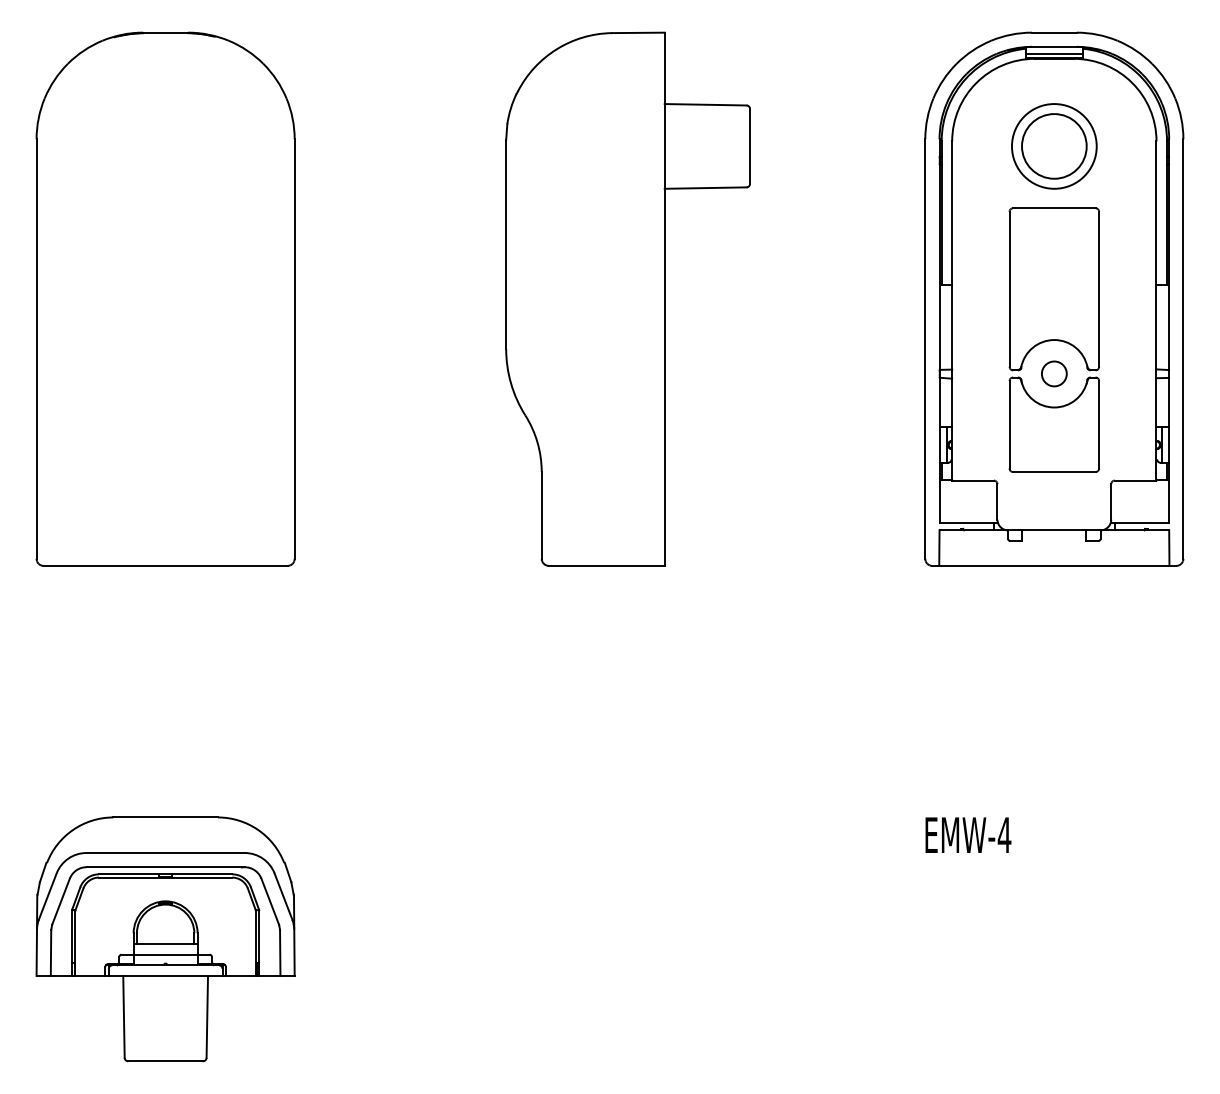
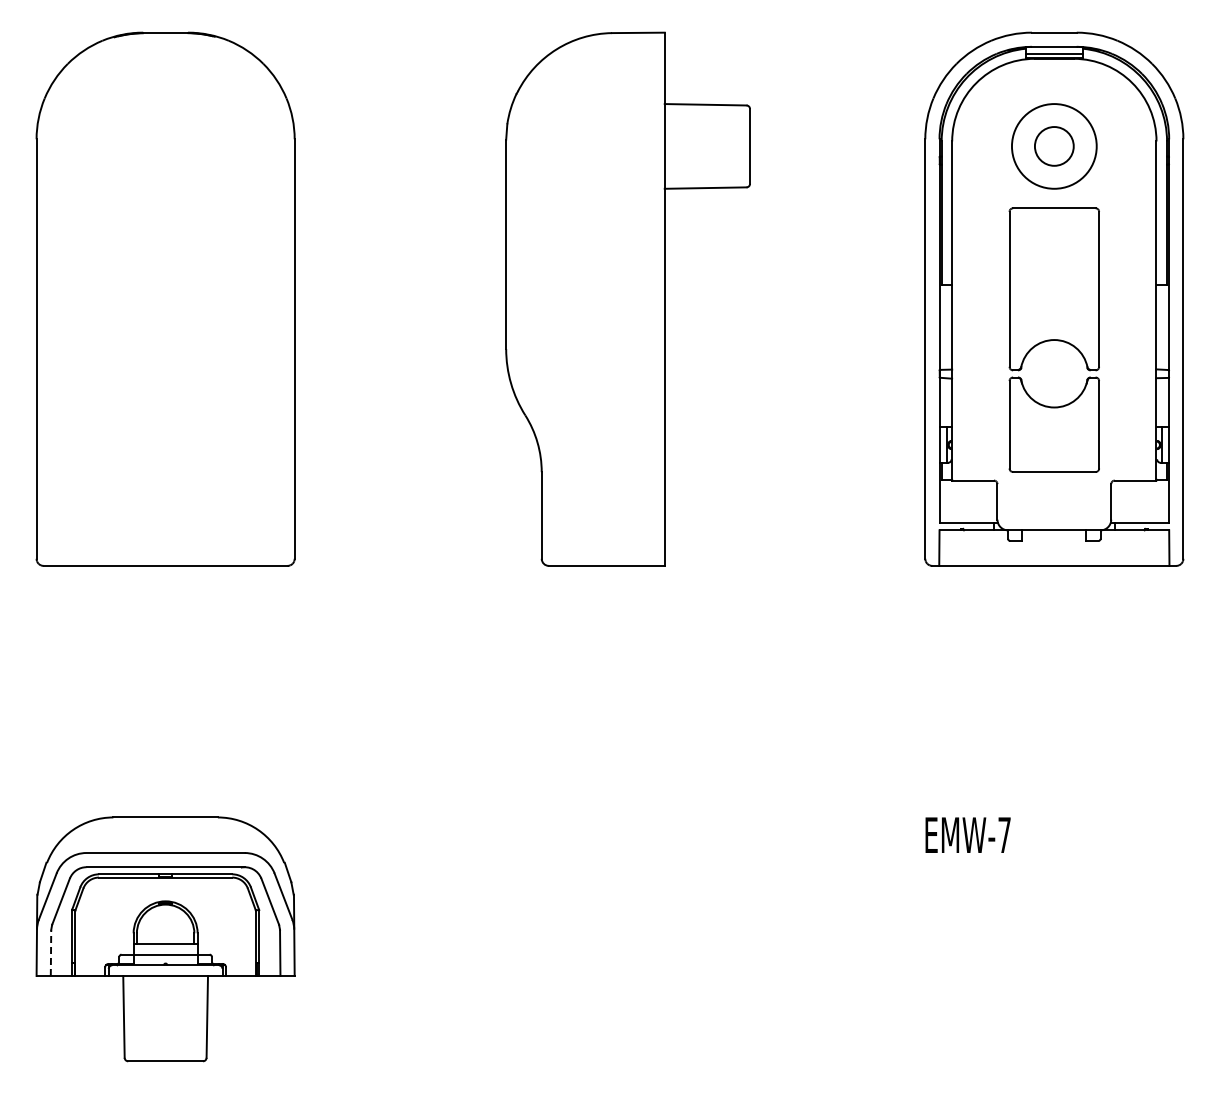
circle at (1054, 146) diameter: 65 px -> 39 px
circle at (1054, 373): present -> none
text at (1004, 834): EMW-4 -> EMW-7
line at (51, 952): solid -> dashed
